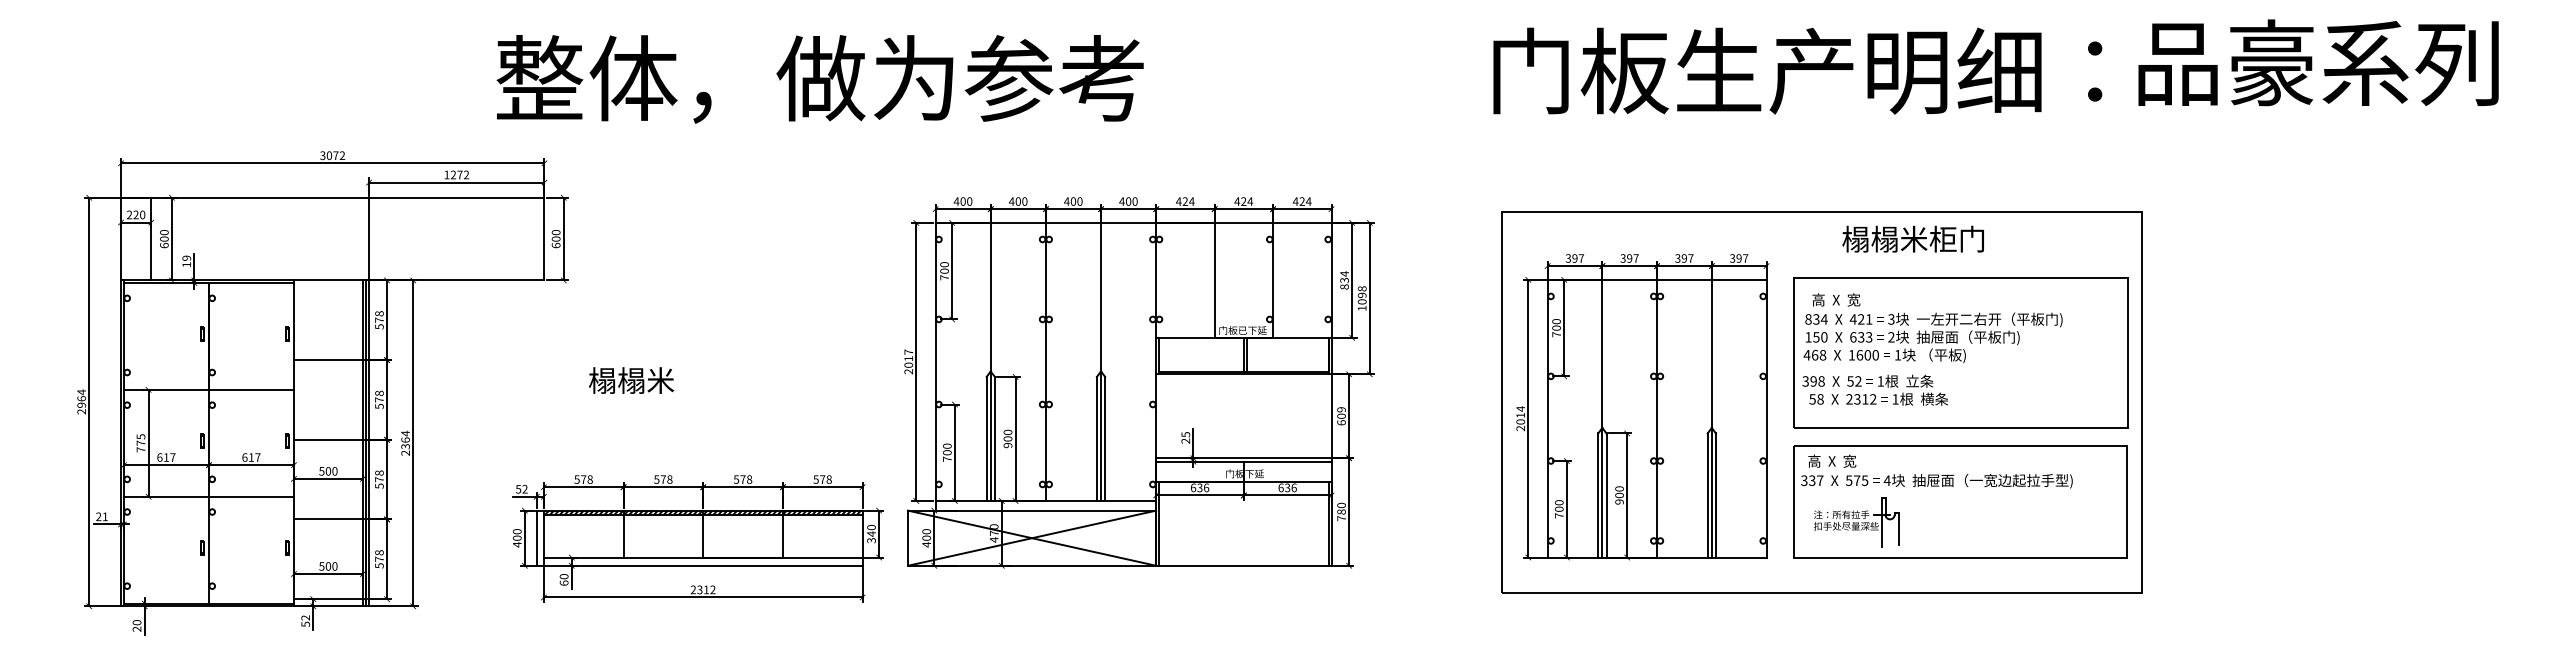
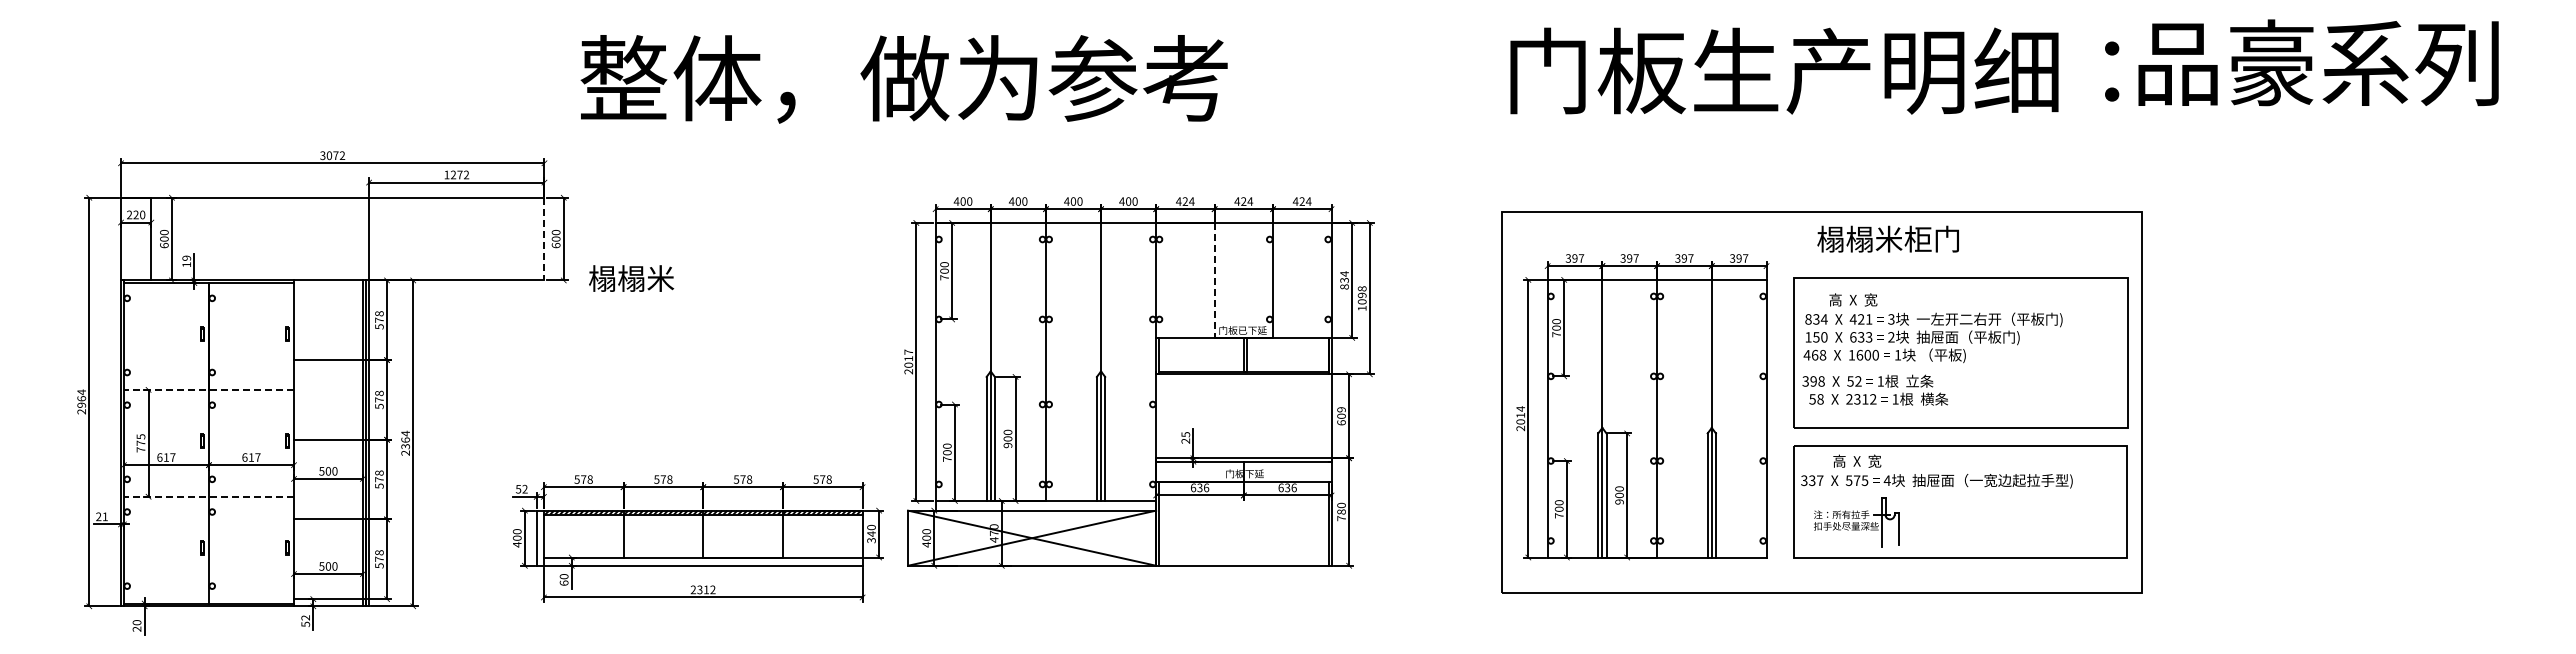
text at (1797, 70) position: (1797, 70) -> (1814, 70)
text at (819, 79) position: (819, 79) -> (903, 79)
text at (1912, 238) position: (1912, 238) -> (1887, 238)
line at (544, 239): solid -> dashed
line at (1214, 280): solid -> dashed
text at (1836, 299) position: (1836, 299) -> (1853, 299)
text at (631, 380) position: (631, 380) -> (631, 278)
line at (208, 389): solid -> dashed
text at (1832, 460) position: (1832, 460) -> (1857, 460)
line at (208, 496): solid -> dashed
